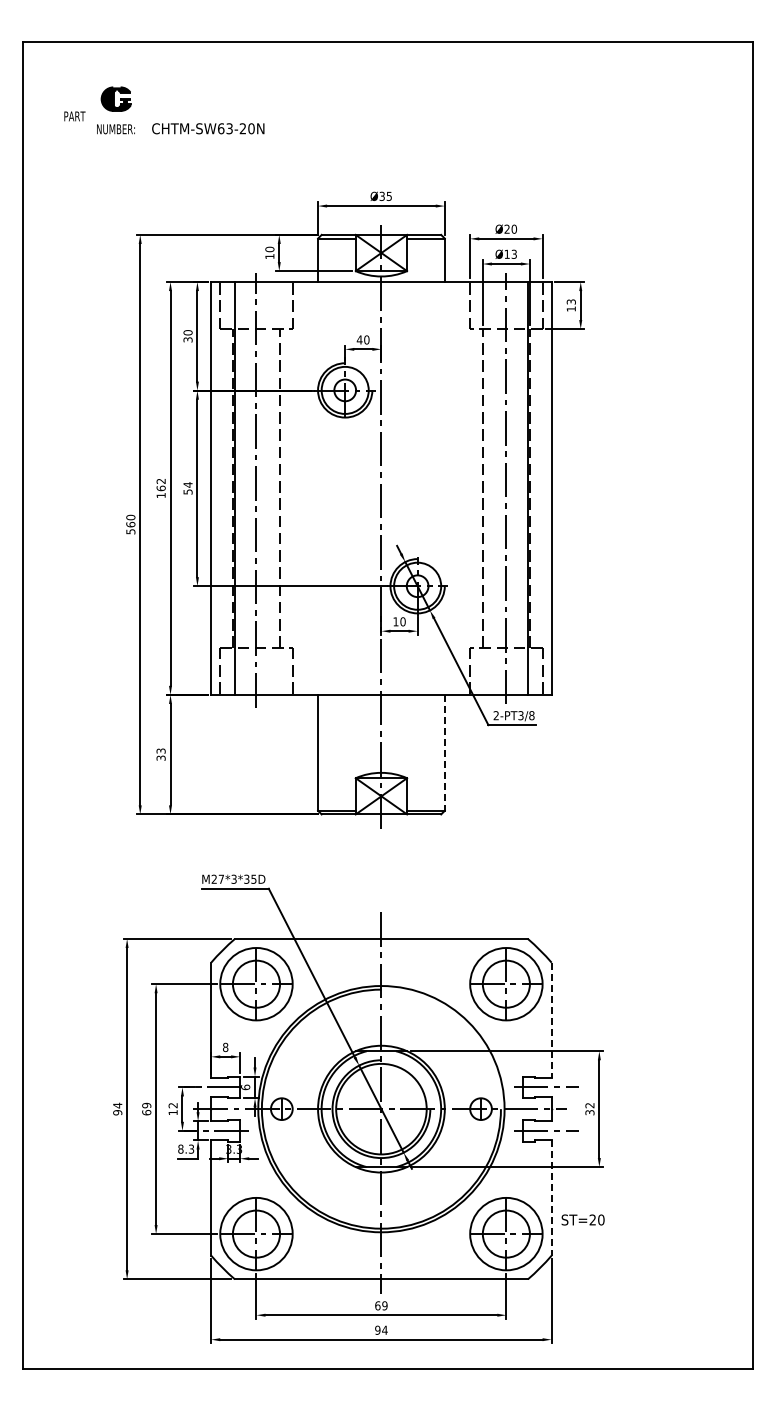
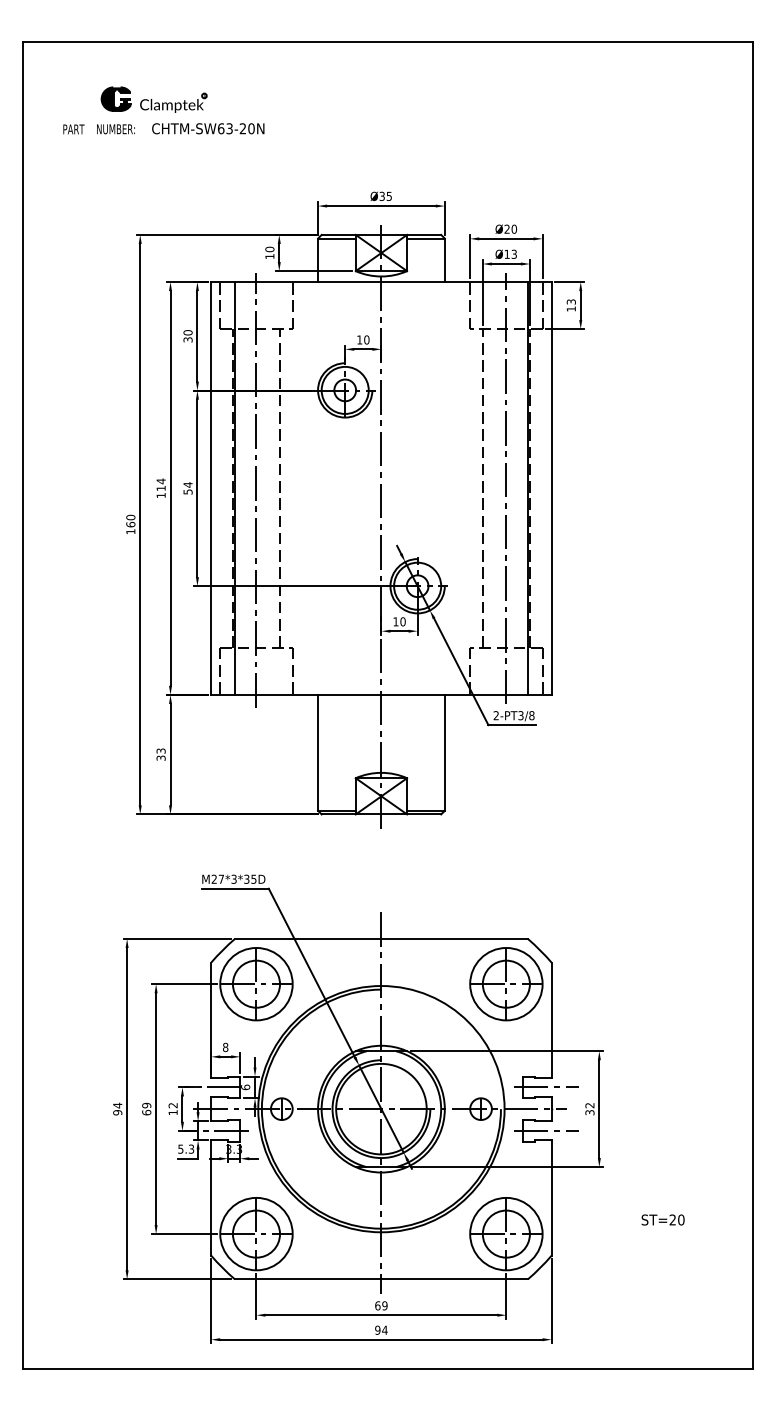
part at (173, 102): none -> present
text at (74, 116) position: (74, 116) -> (73, 129)
text at (359, 339): 40 -> 10
text at (160, 484): 162 -> 114
text at (130, 531): 560 -> 160
line at (444, 752): dashed -> solid
line at (551, 1020): dashed -> solid
text at (180, 1148): 8.3 -> 5.3
line at (551, 1198): dashed -> solid
text at (582, 1219) position: (582, 1219) -> (662, 1219)
